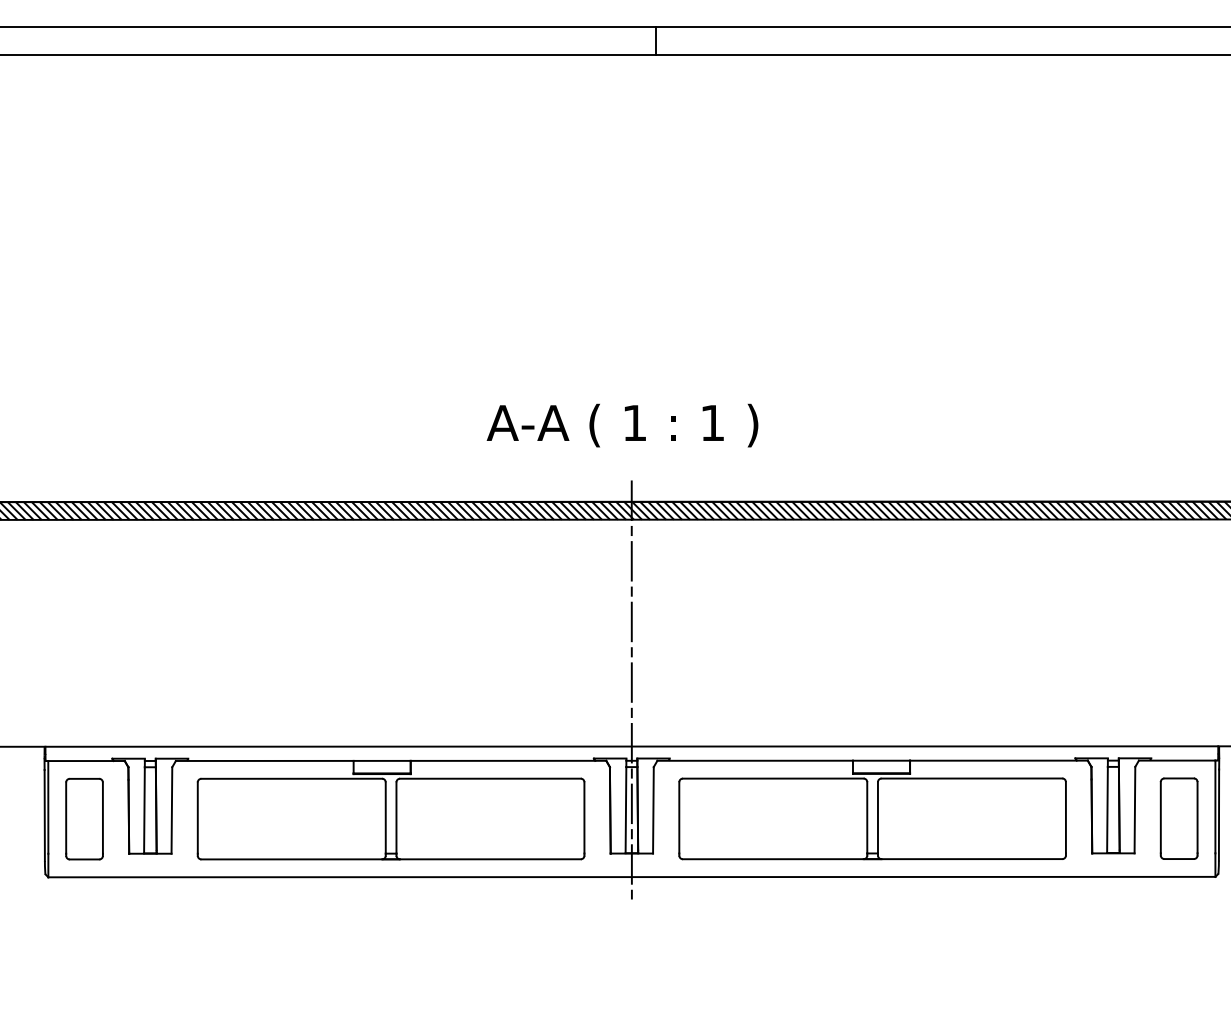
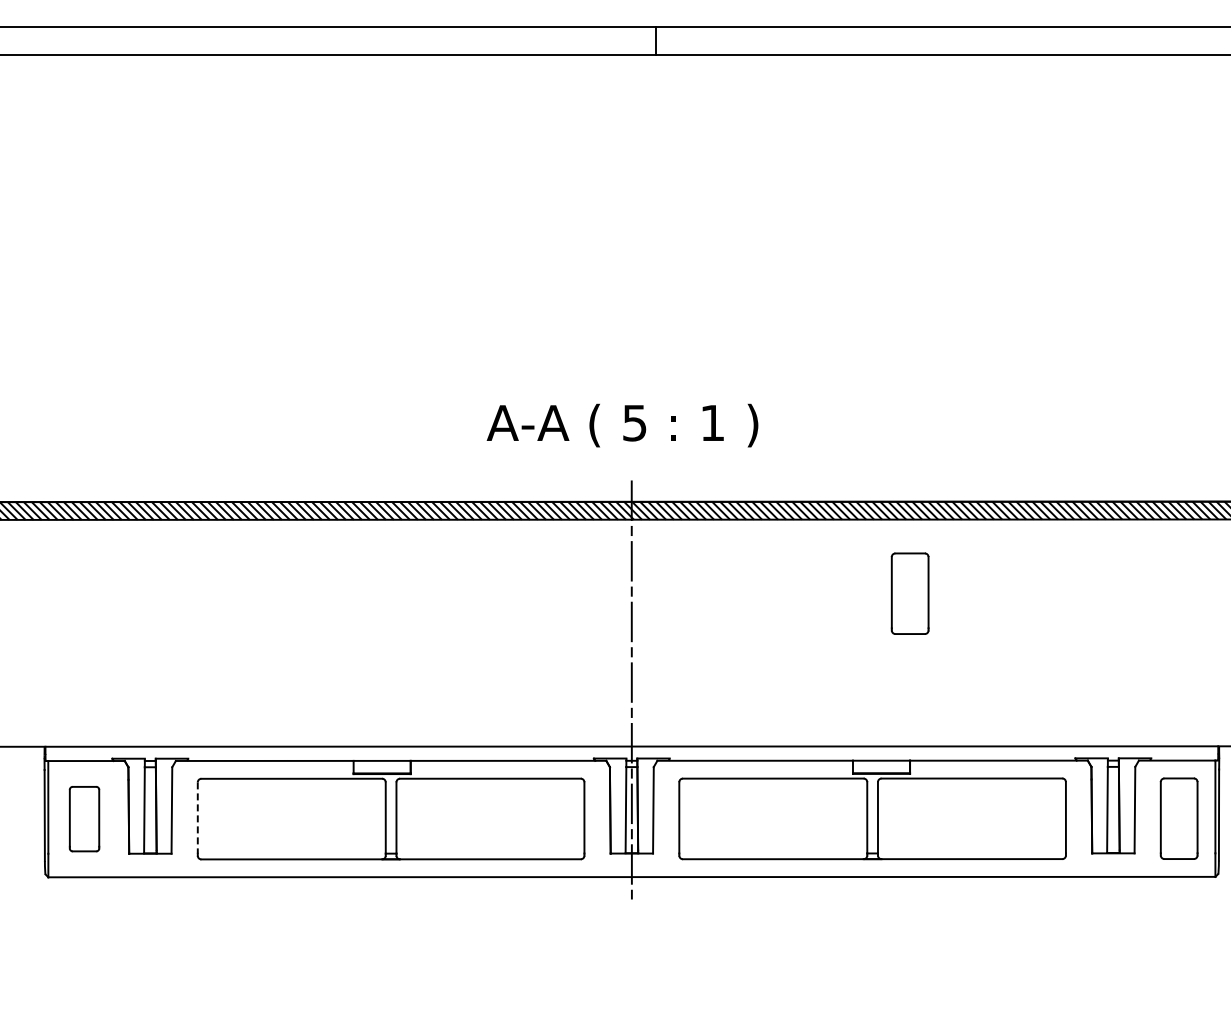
text at (634, 423): 1 -> 5
part at (909, 593): none -> present
part at (84, 818) size: 39x84 px -> 33x67 px
line at (197, 818): solid -> dashed
